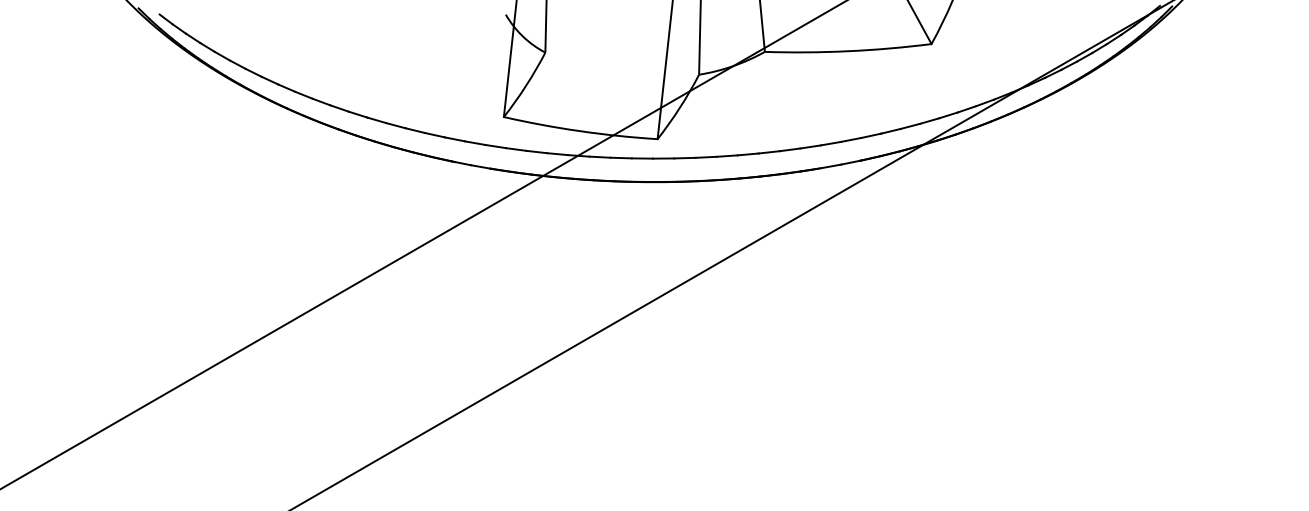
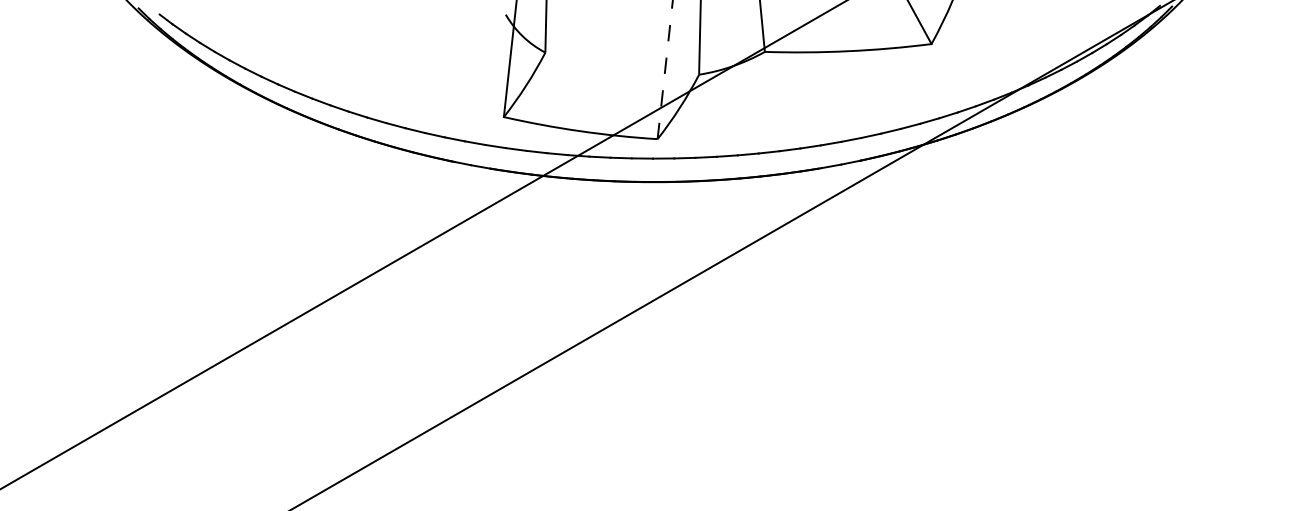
line at (665, 69): solid -> dashed
